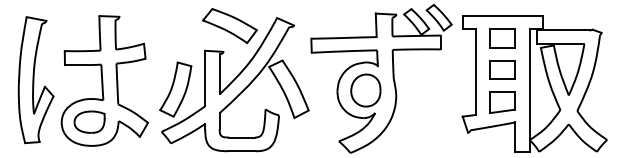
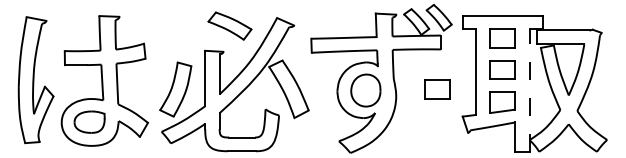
part at (229, 26) size: 56x37 px -> 46x30 px
part at (437, 89): none -> present
line at (529, 90): solid -> dashed
